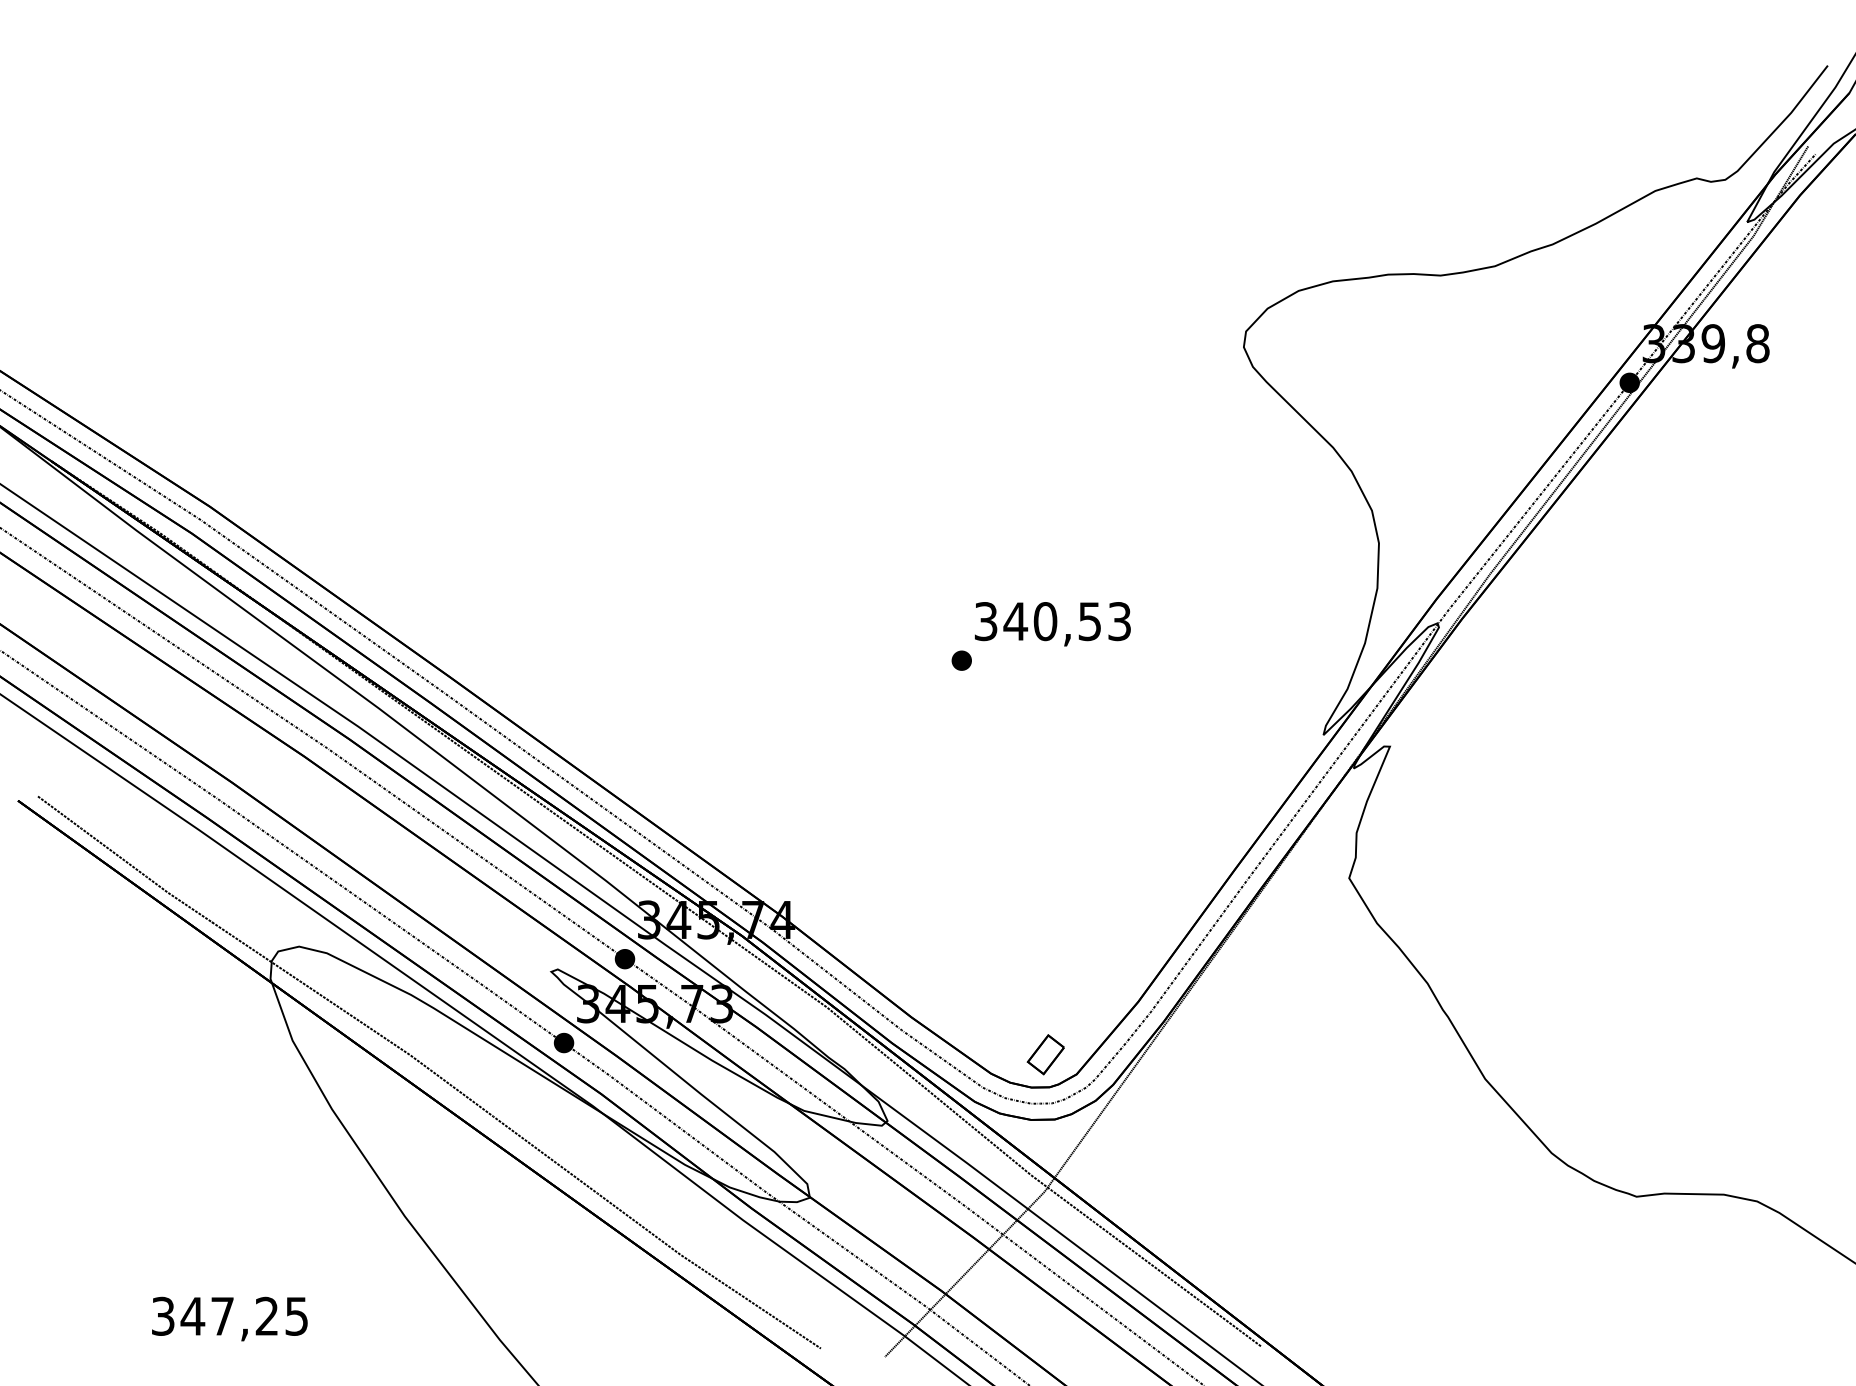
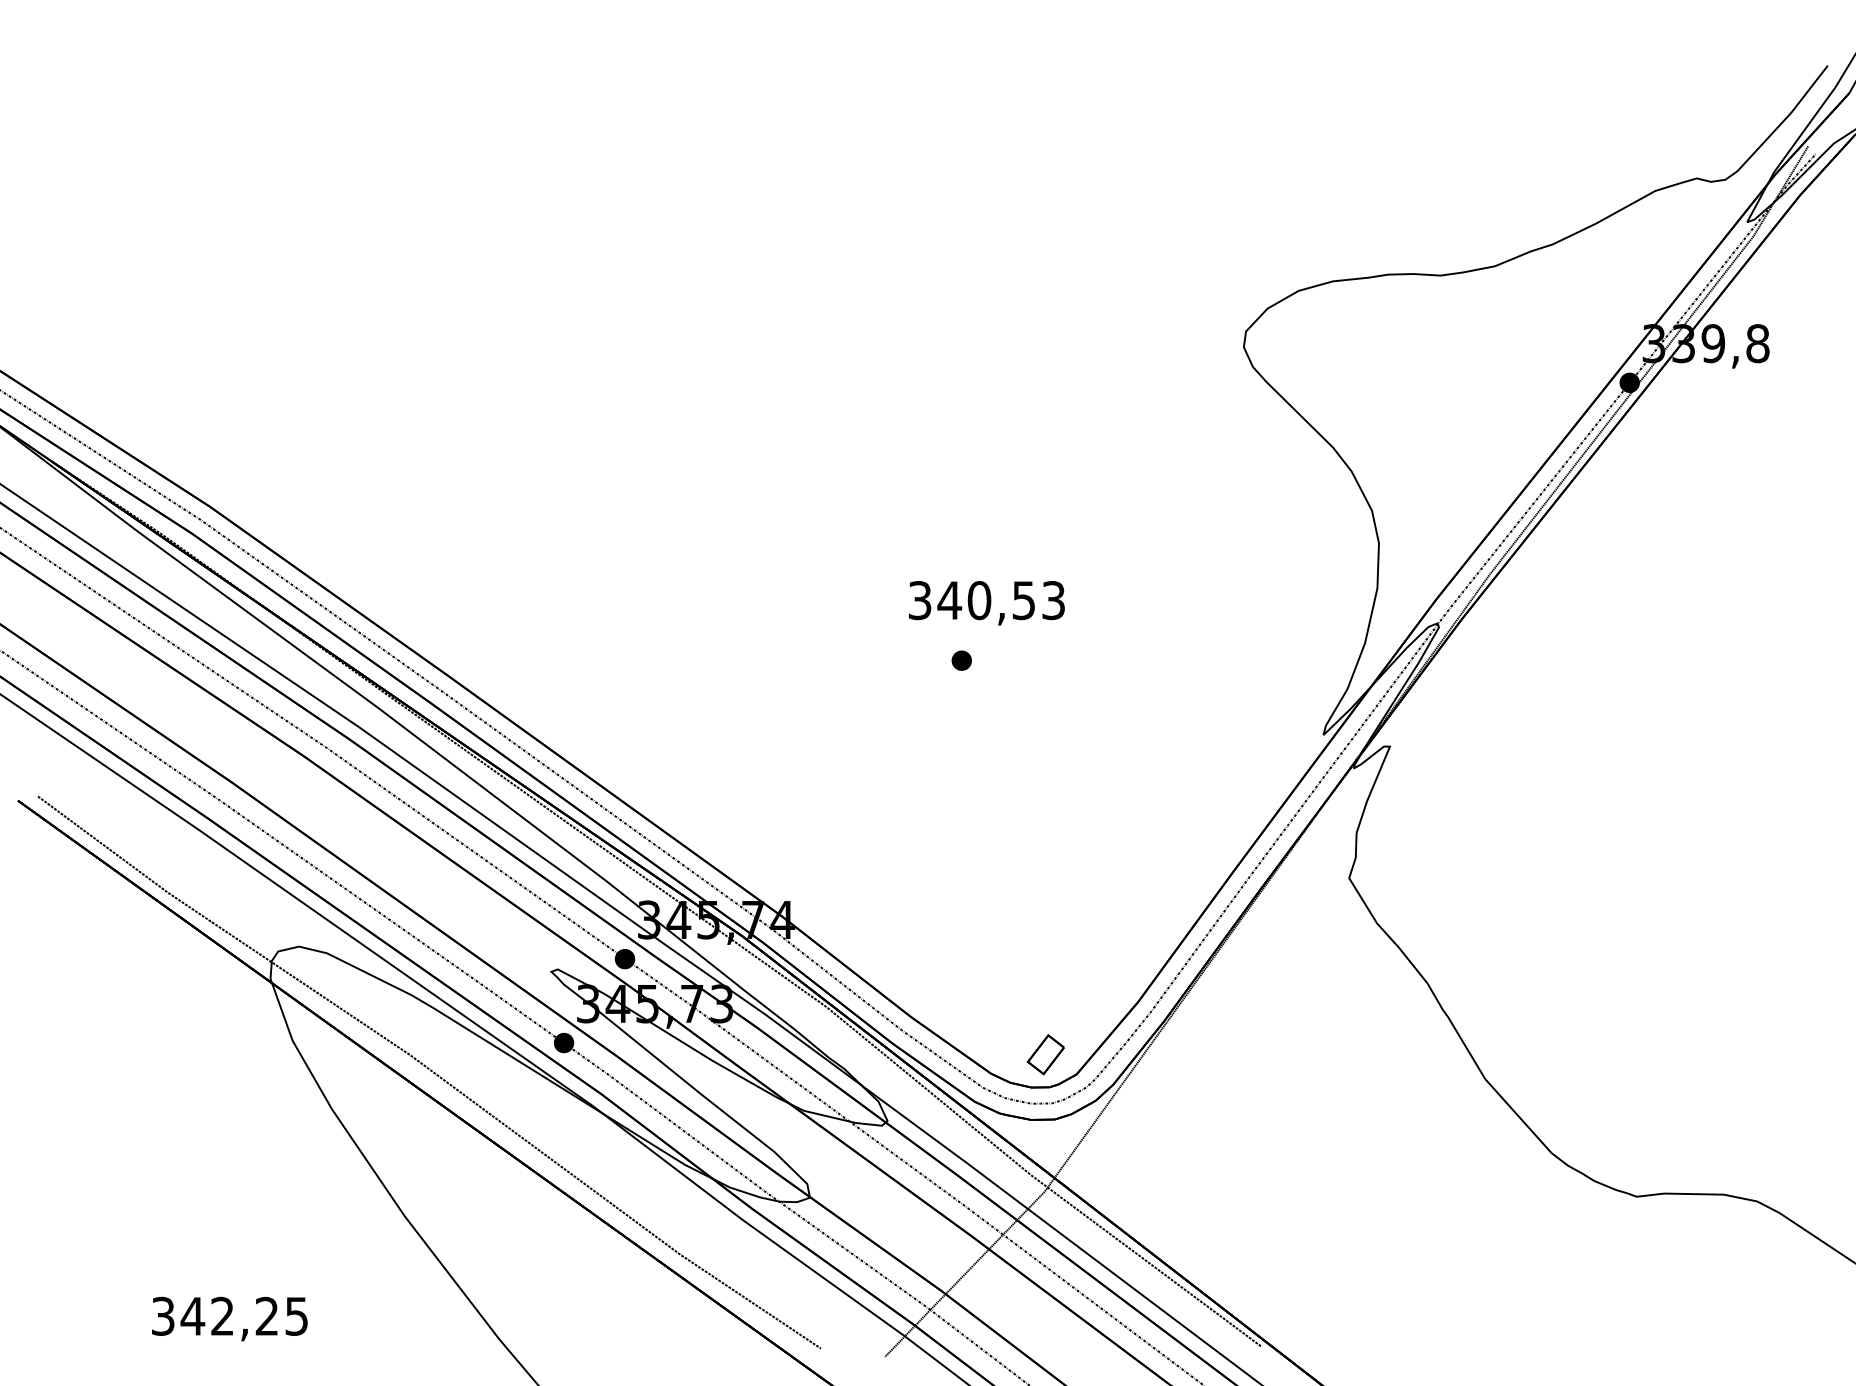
text at (1052, 624) position: (1052, 624) -> (986, 603)
text at (222, 1315): 347,25 -> 342,25
